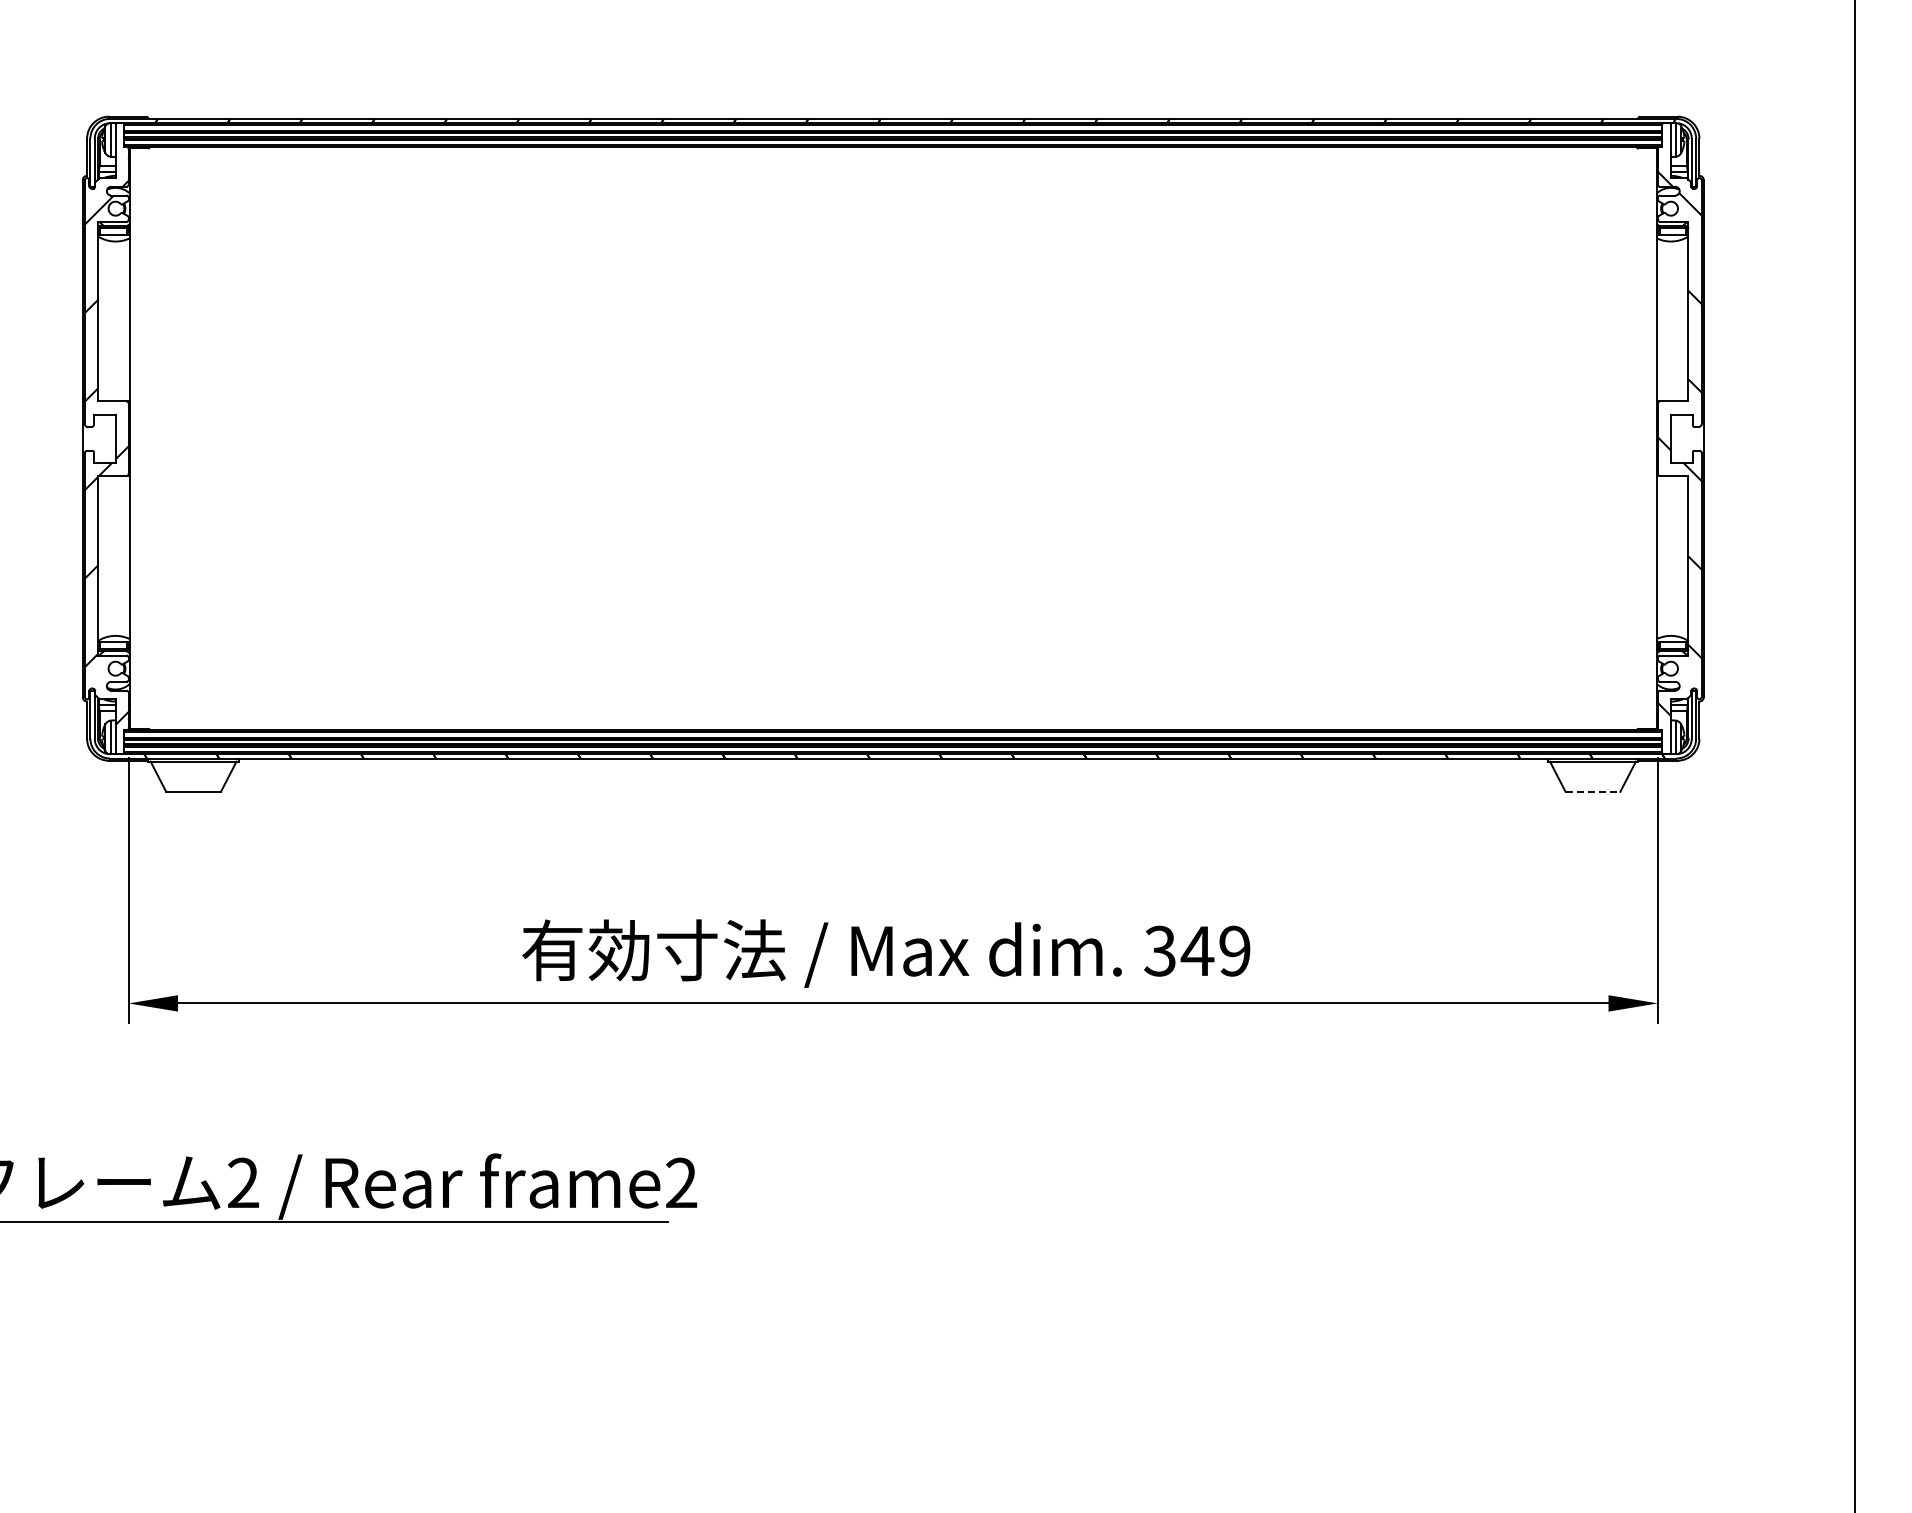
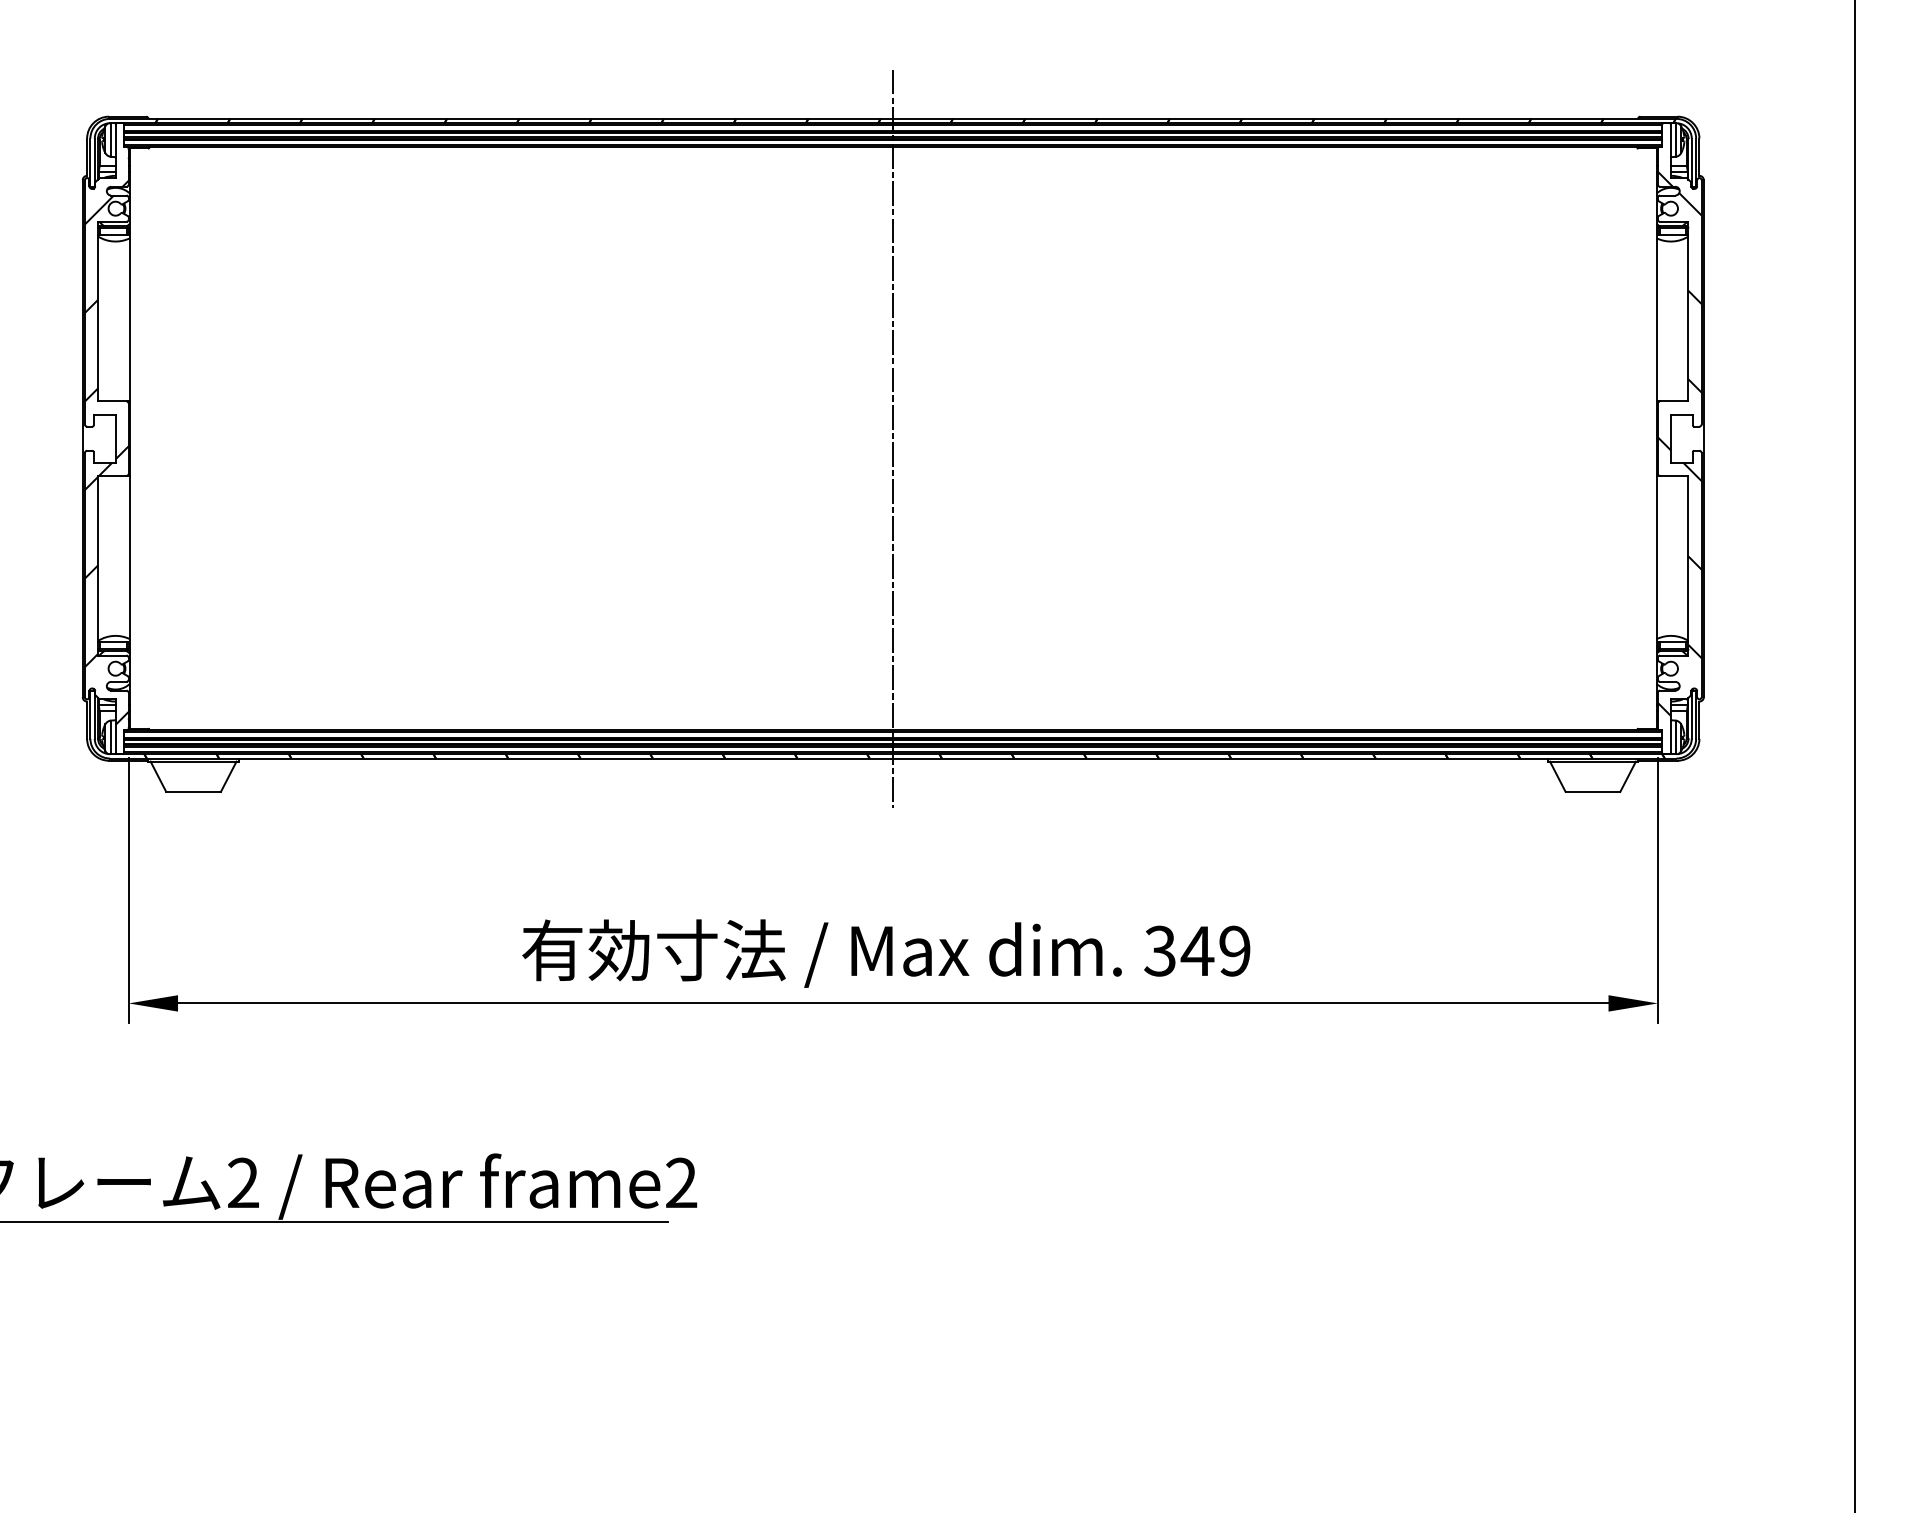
line at (893, 438): none -> present
line at (1593, 791): dashed -> solid
